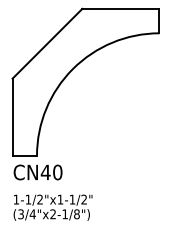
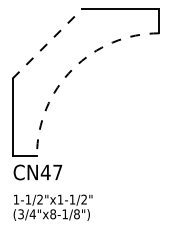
line at (47, 43): solid -> dashed
arc at (72, 69): solid -> dashed
text at (57, 172): CN40 -> CN47
text at (53, 214): (3/4"x2-1/8") -> (3/4"x8-1/8")
